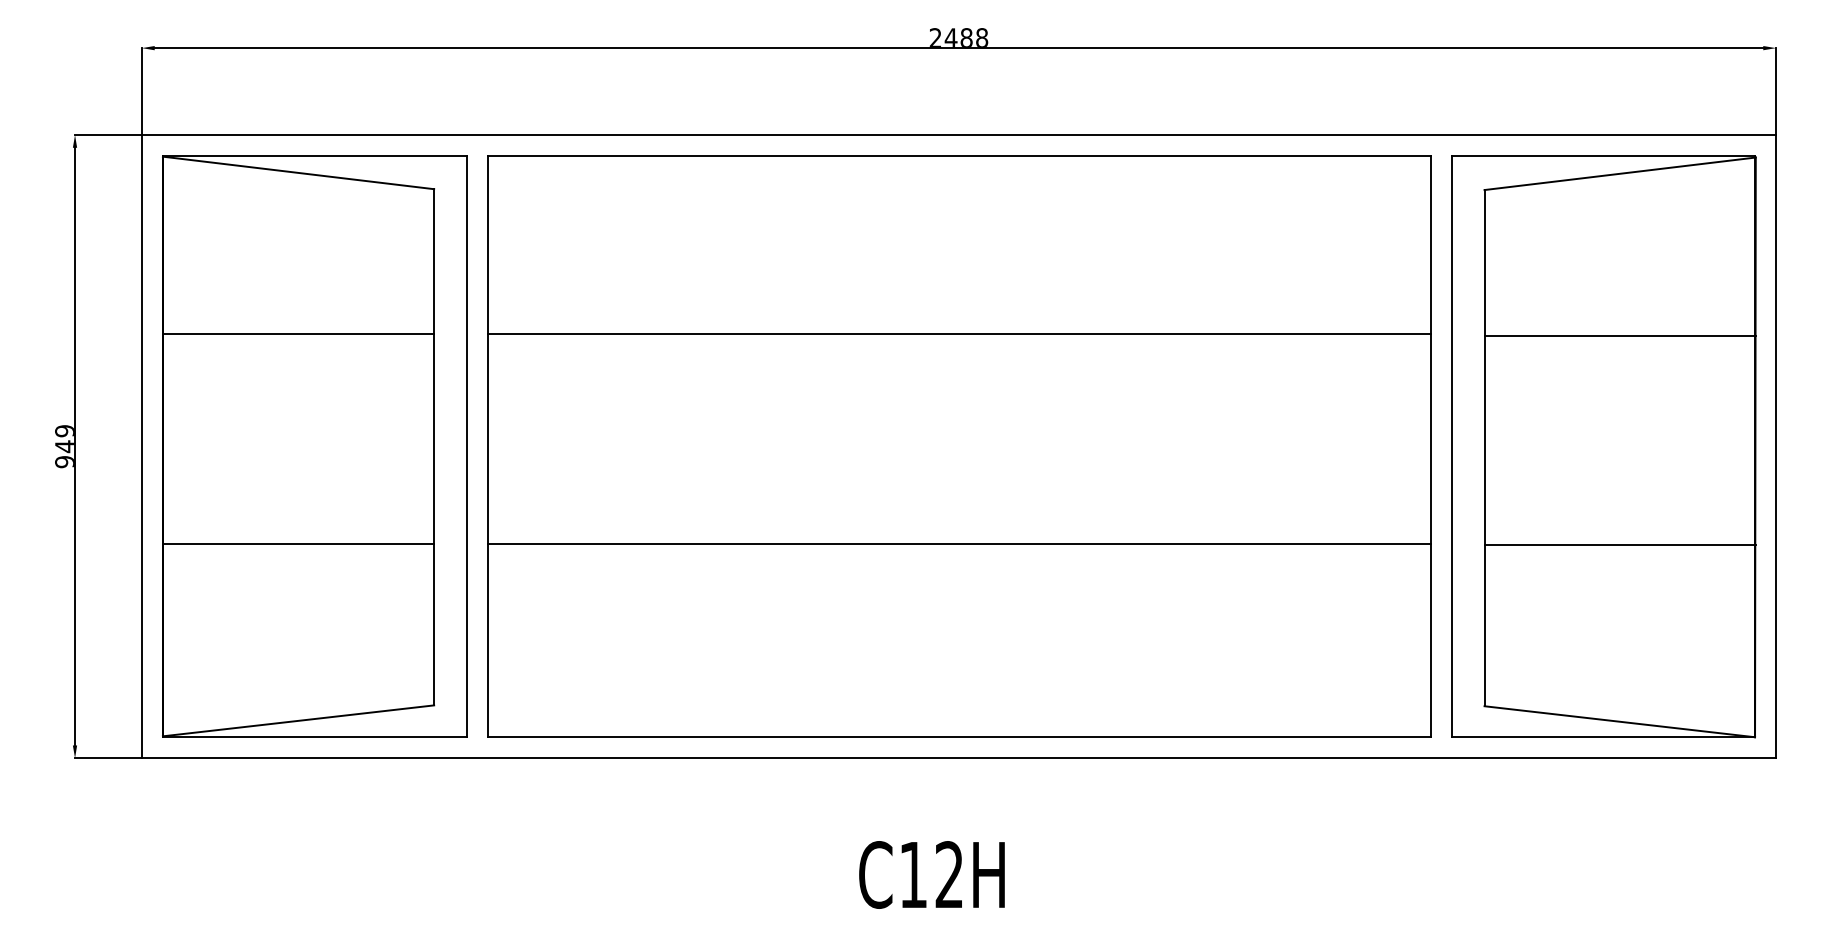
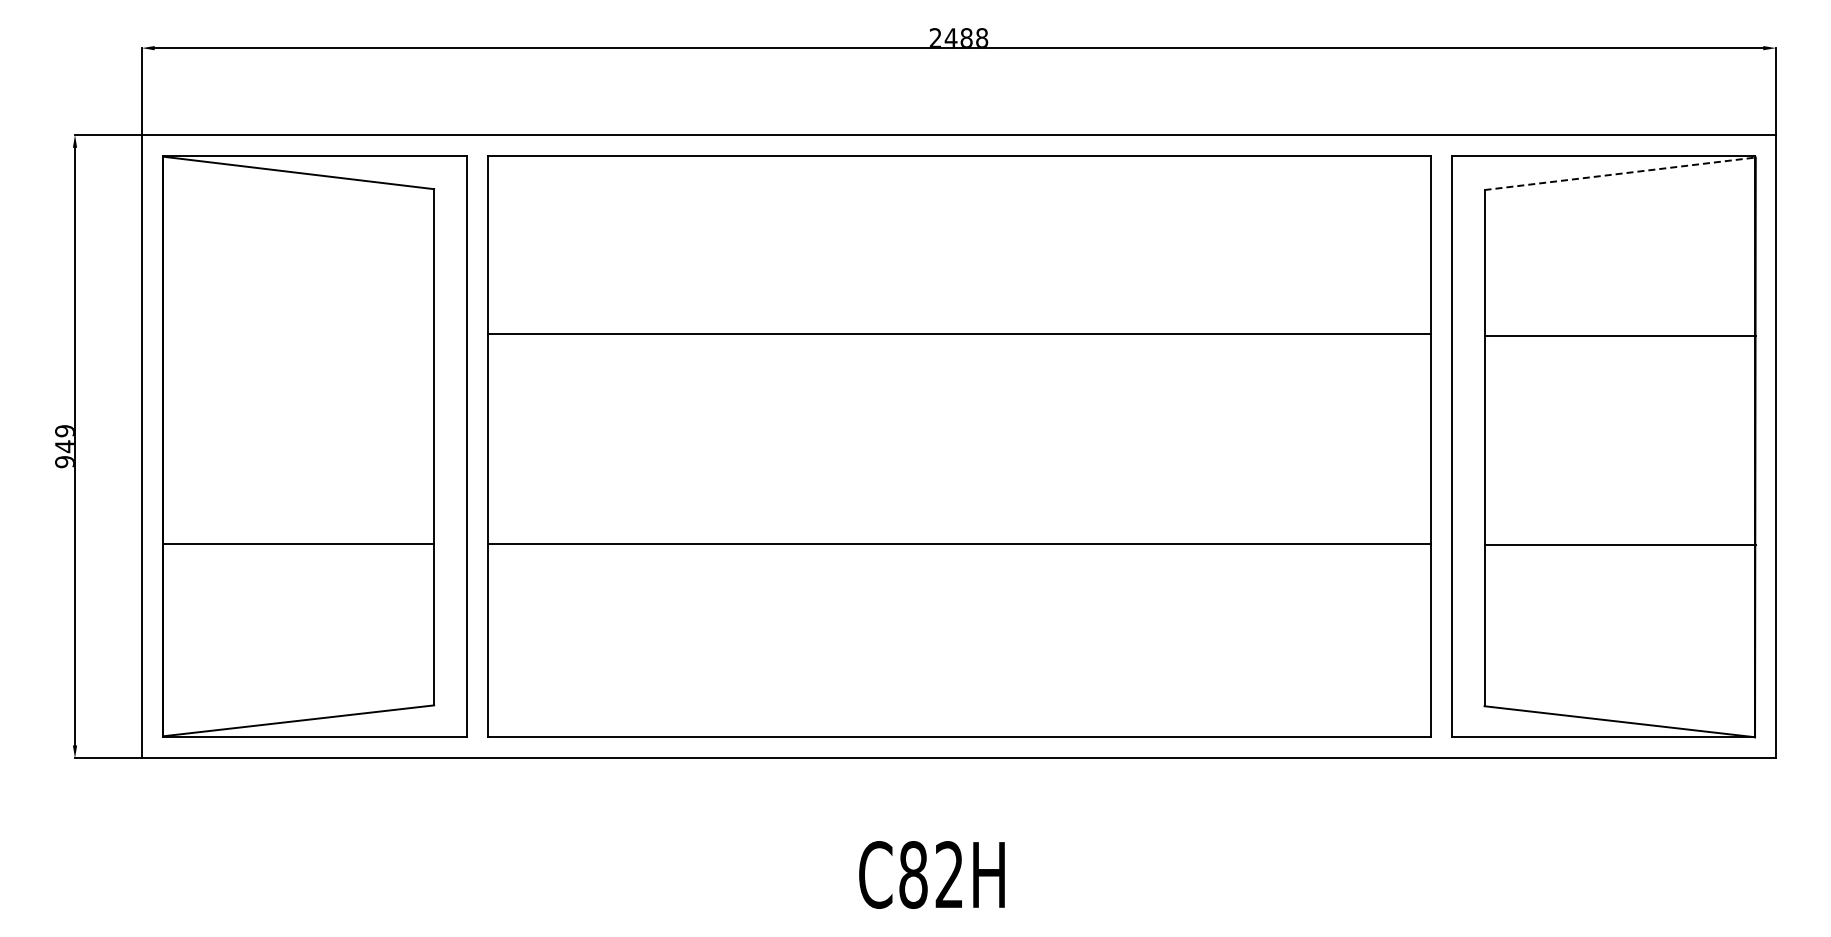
line at (1620, 173): solid -> dashed
line at (298, 334): present -> none
text at (913, 874): C12H -> C82H
